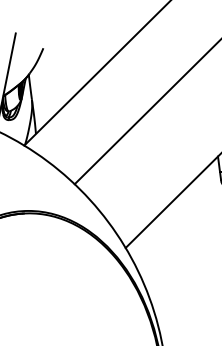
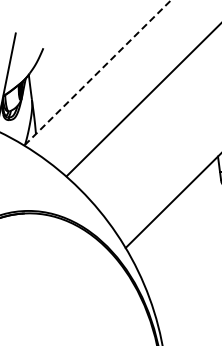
line at (97, 73): solid -> dashed
line at (146, 112) position: (146, 112) -> (142, 100)
